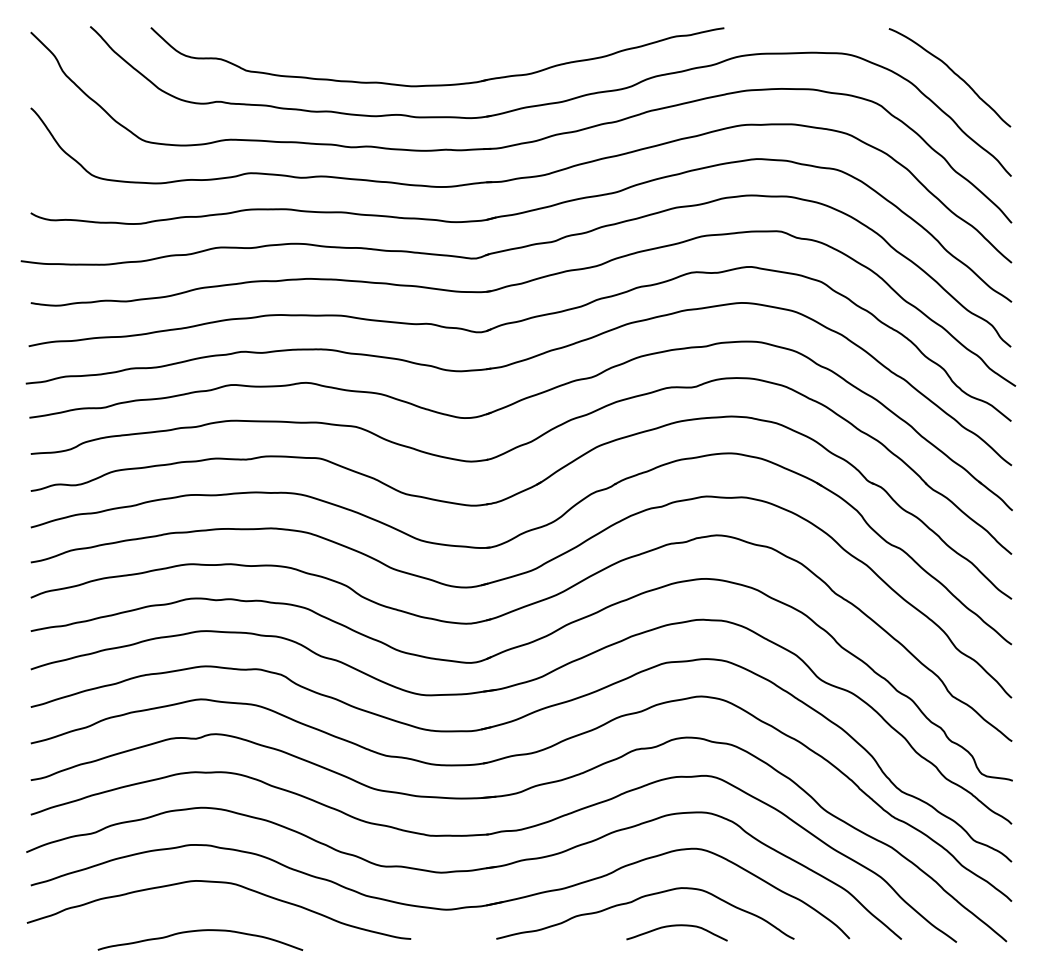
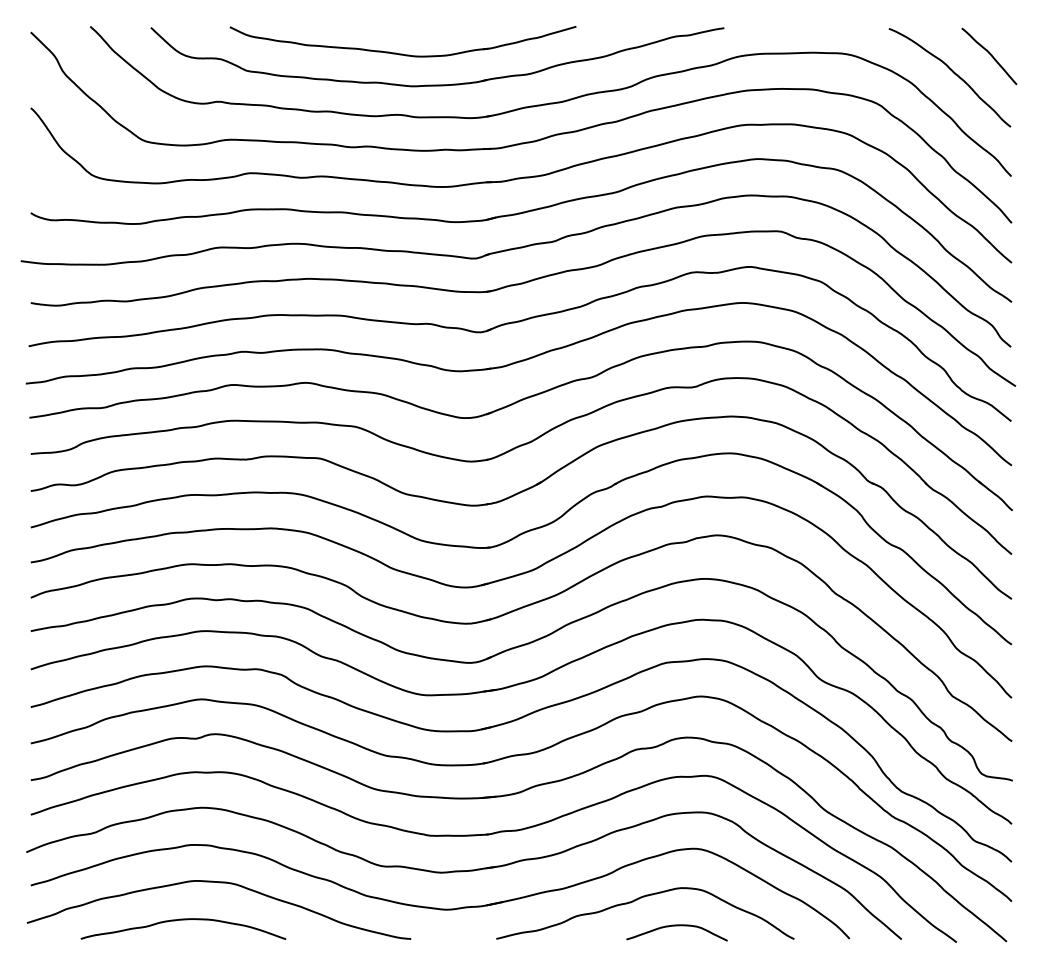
part at (402, 53): none -> present
curve at (990, 55): none -> present
curve at (200, 931) position: (200, 931) -> (183, 920)
